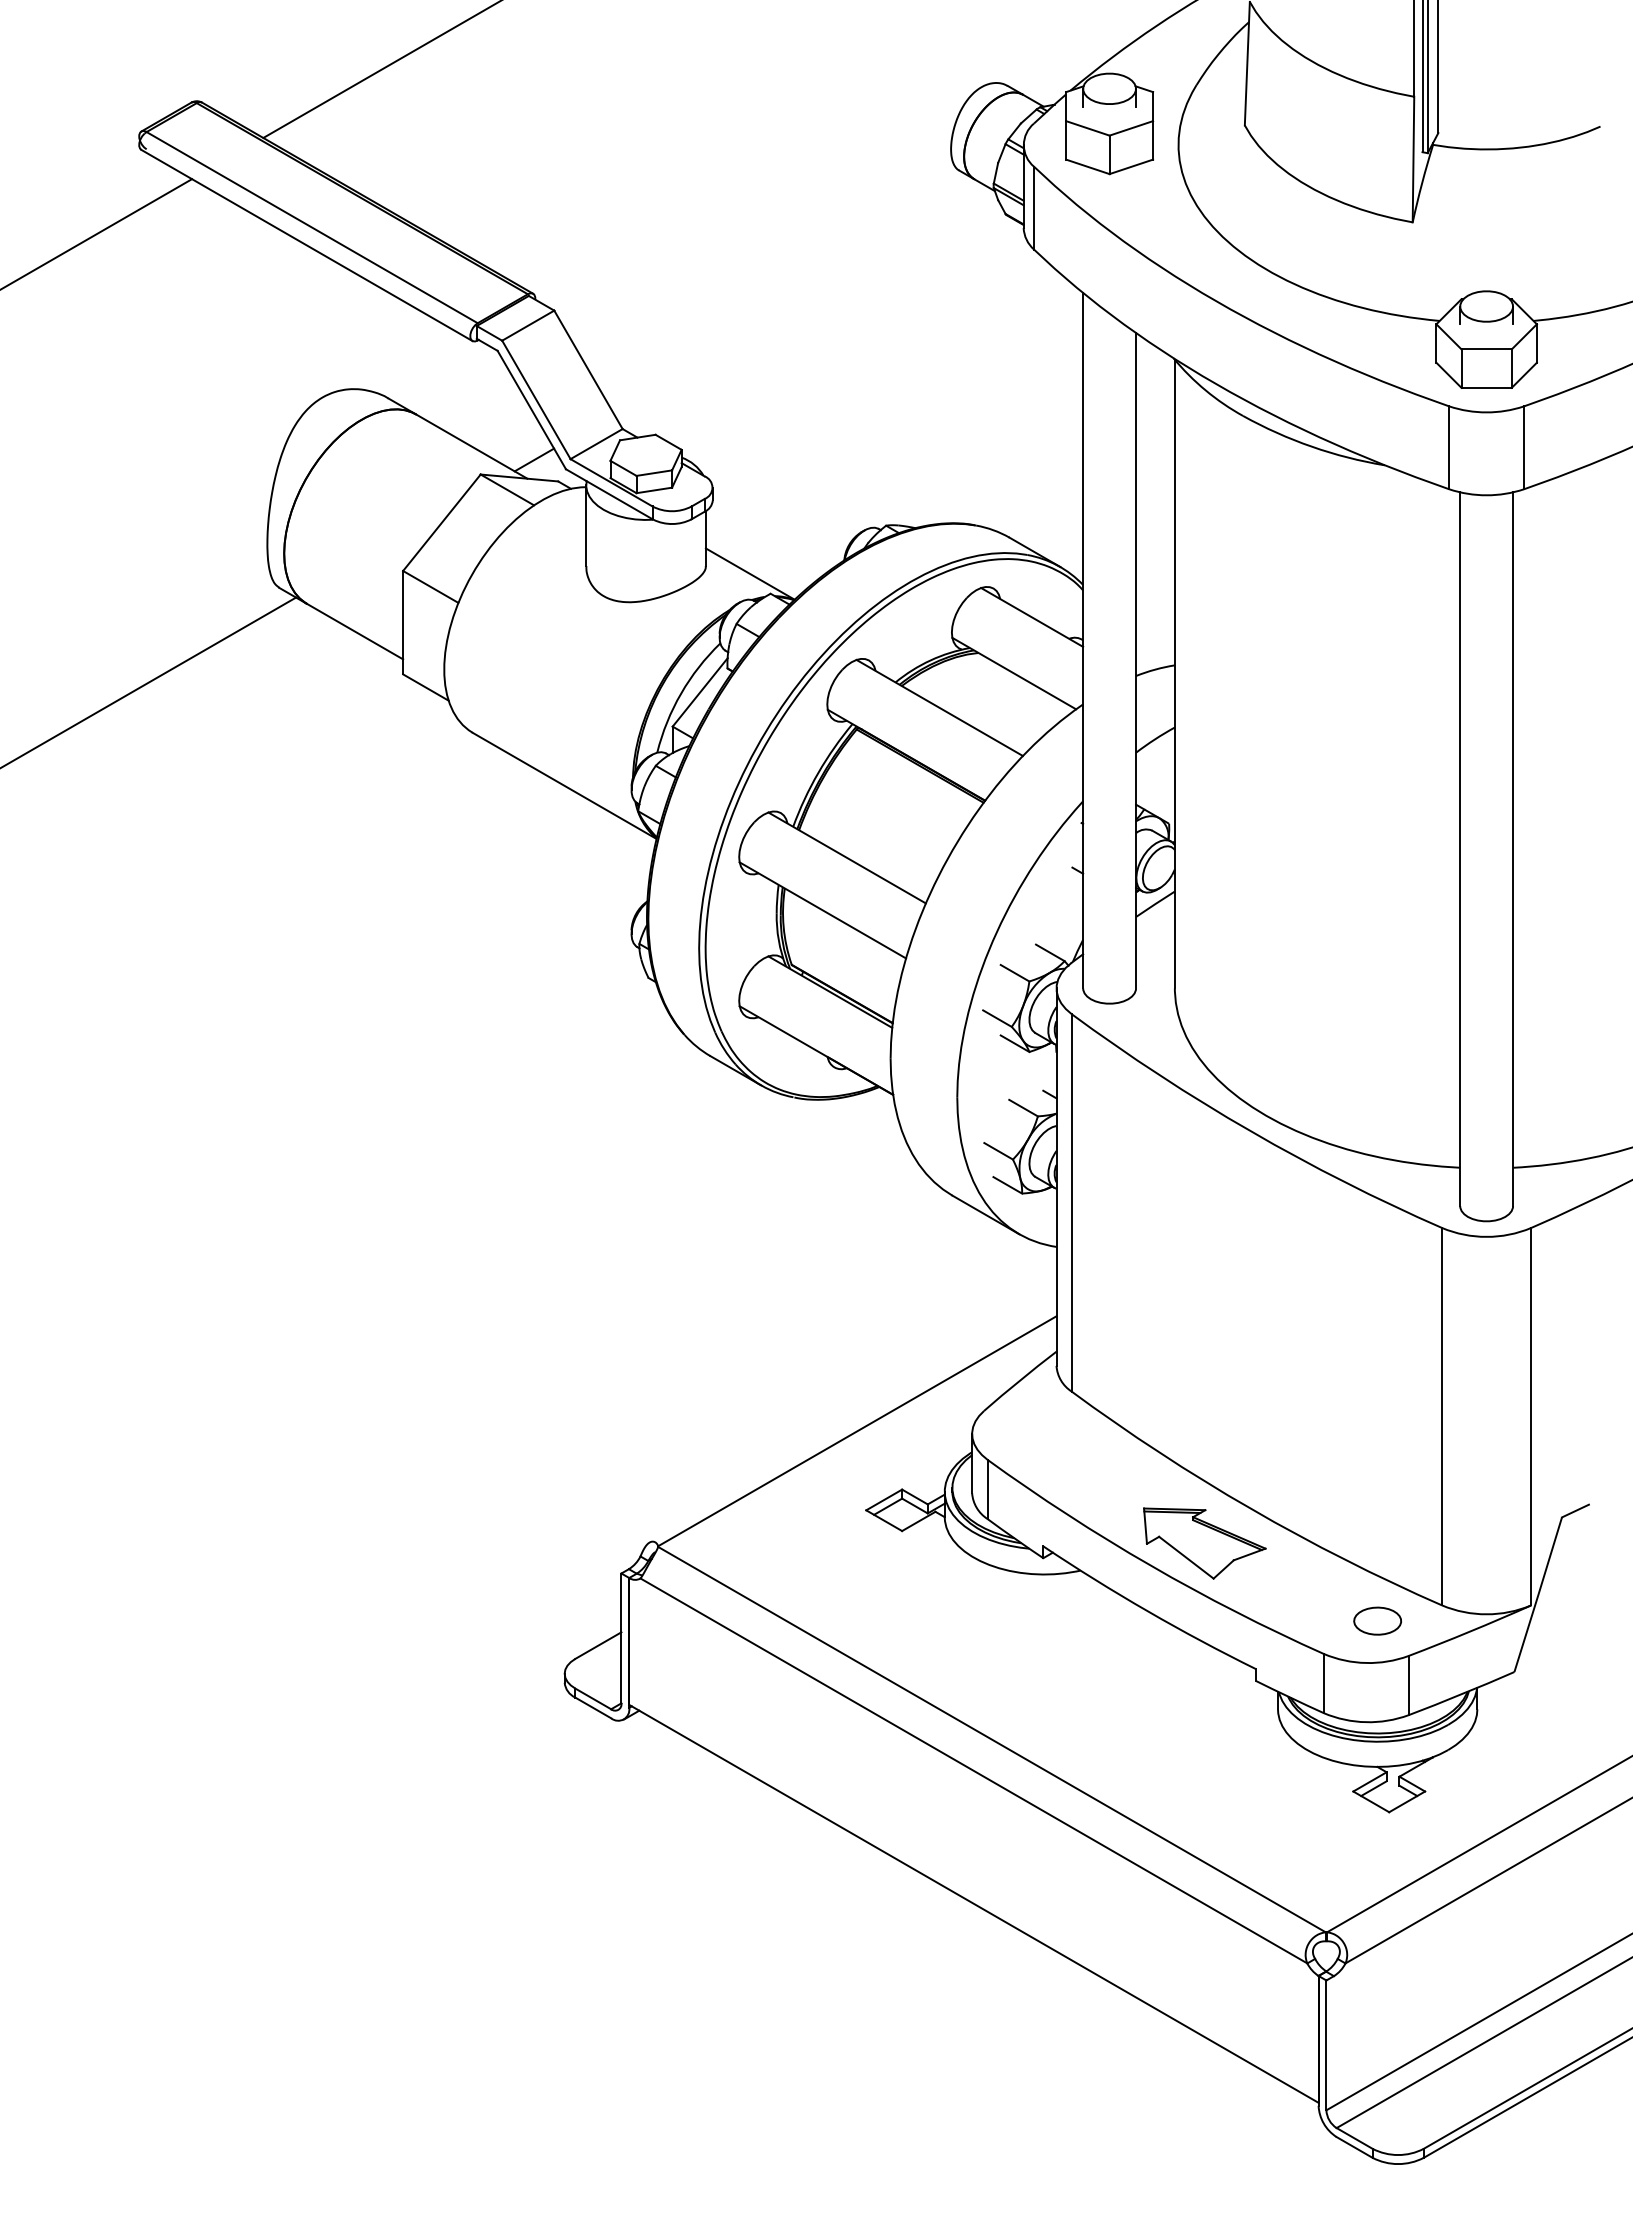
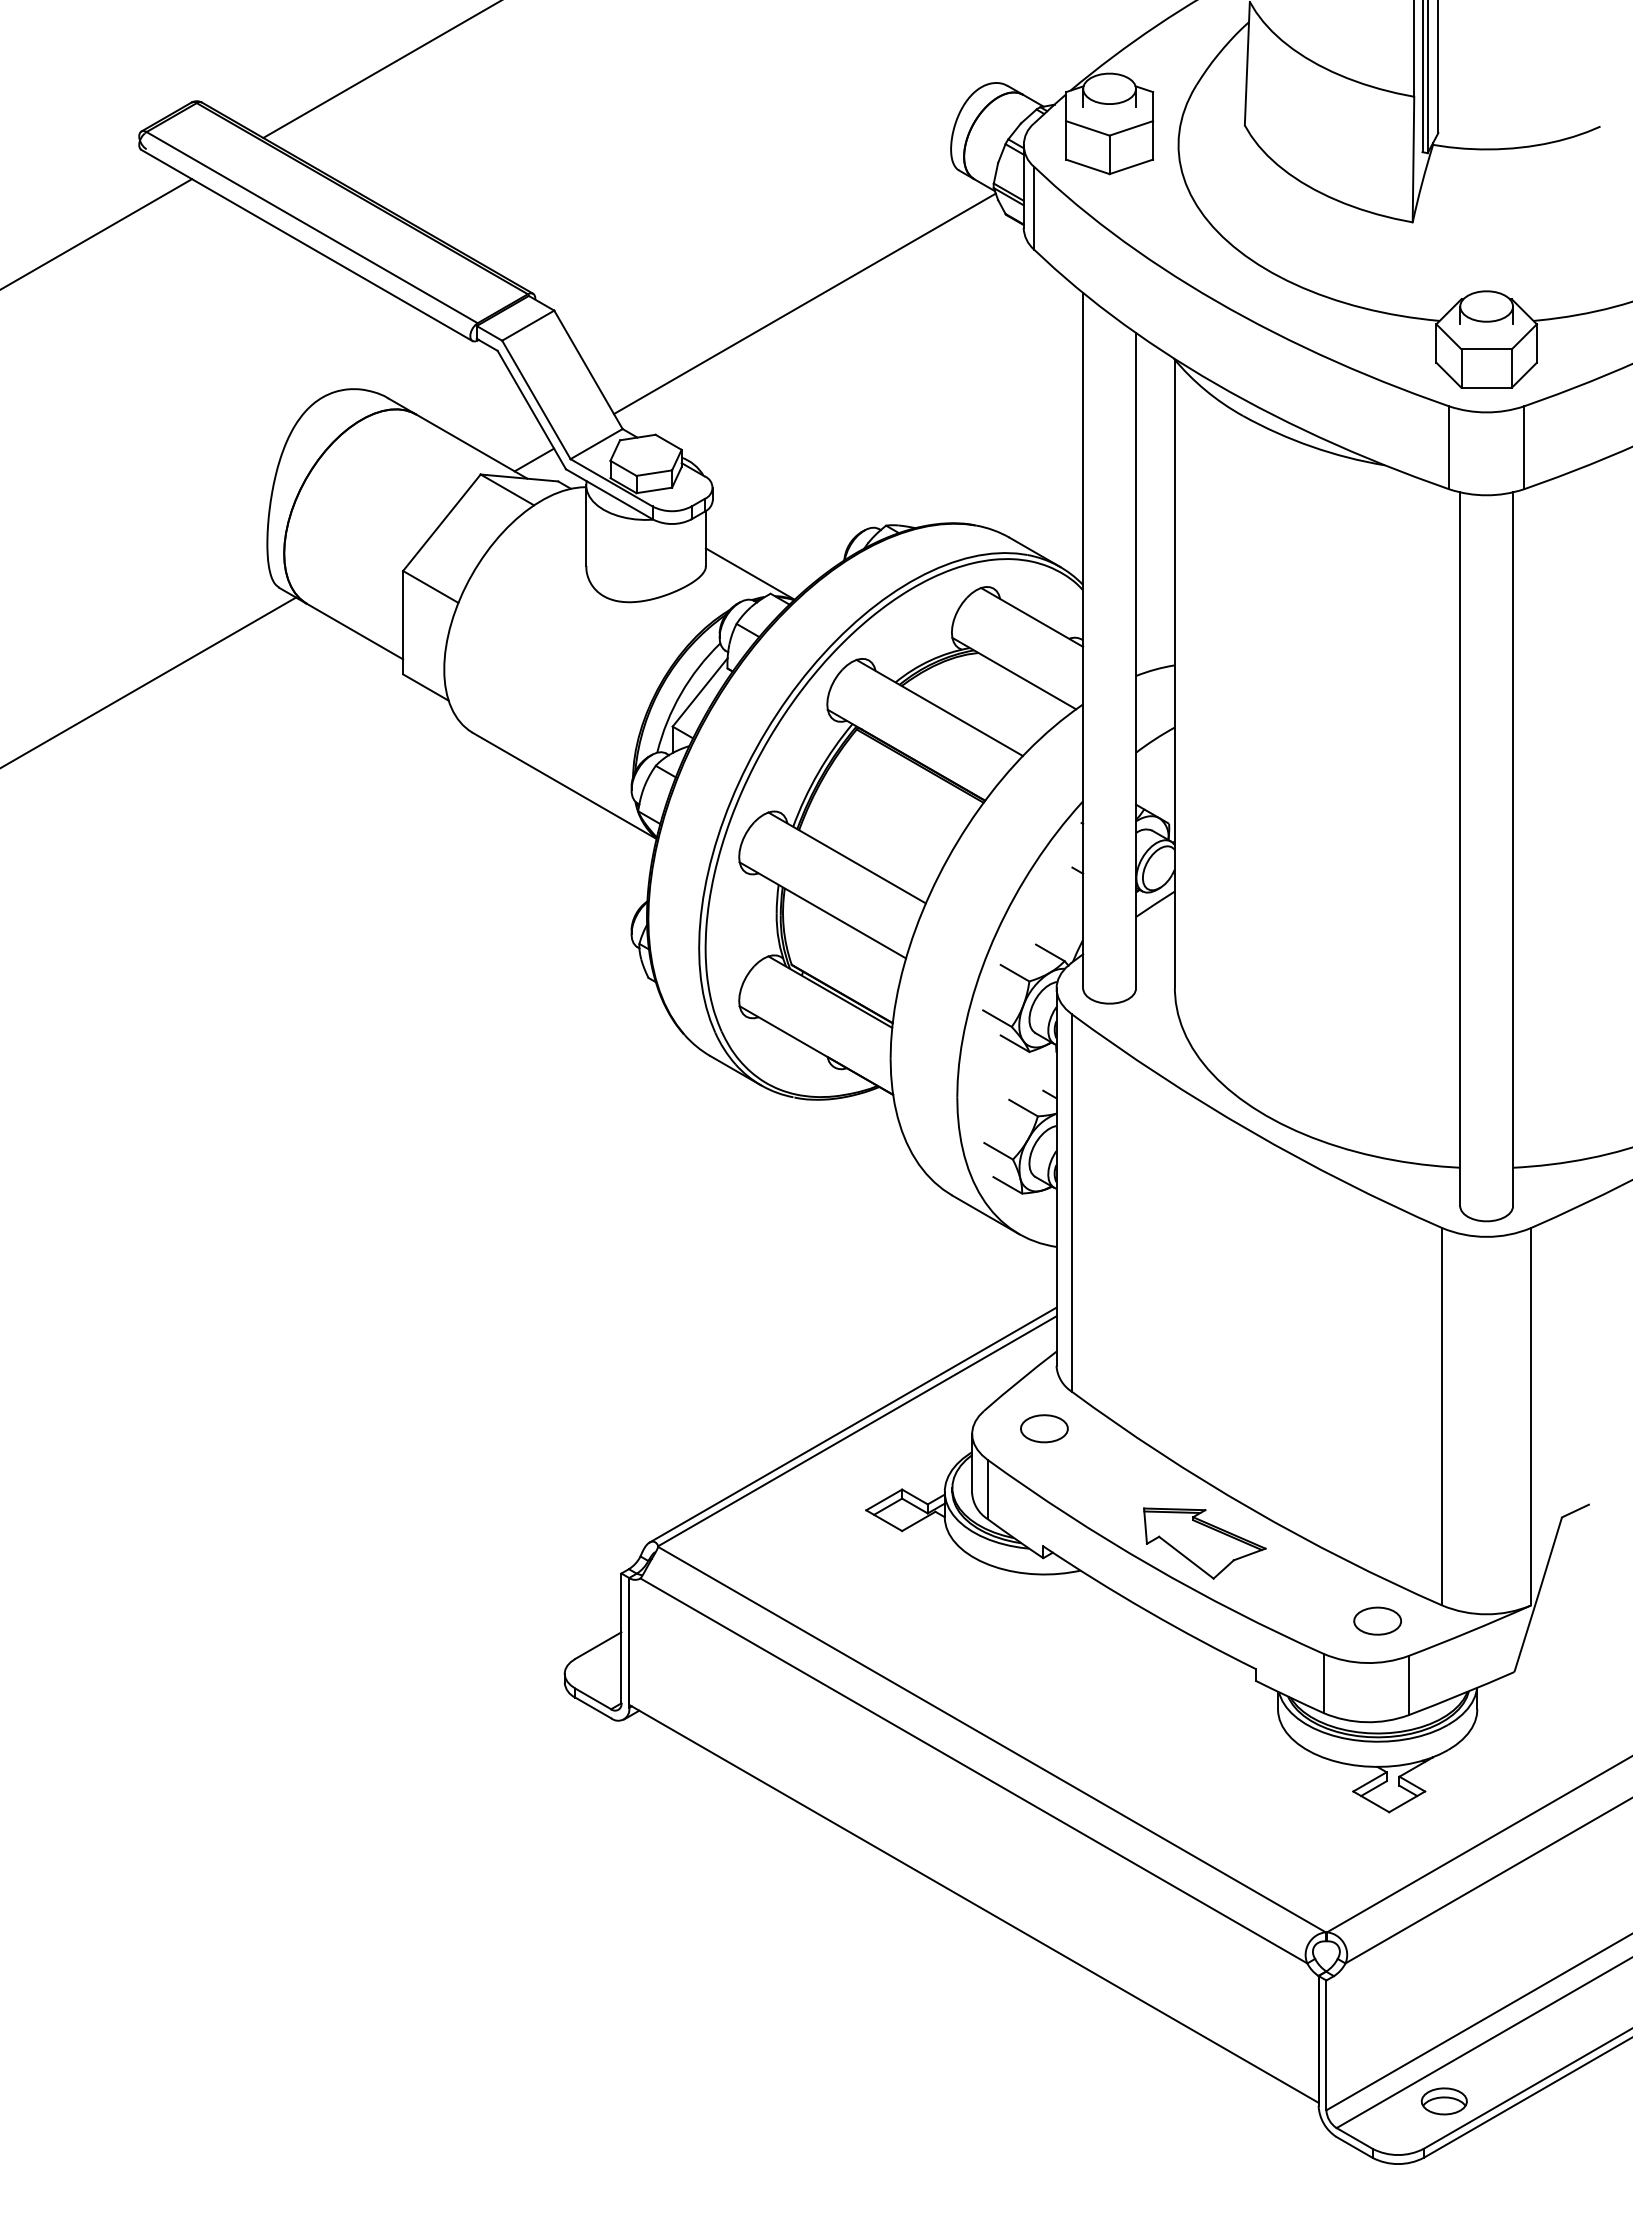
line at (804, 303): none -> present
line at (852, 1424): none -> present
part at (1044, 1428): none -> present
part at (1443, 2101): none -> present
